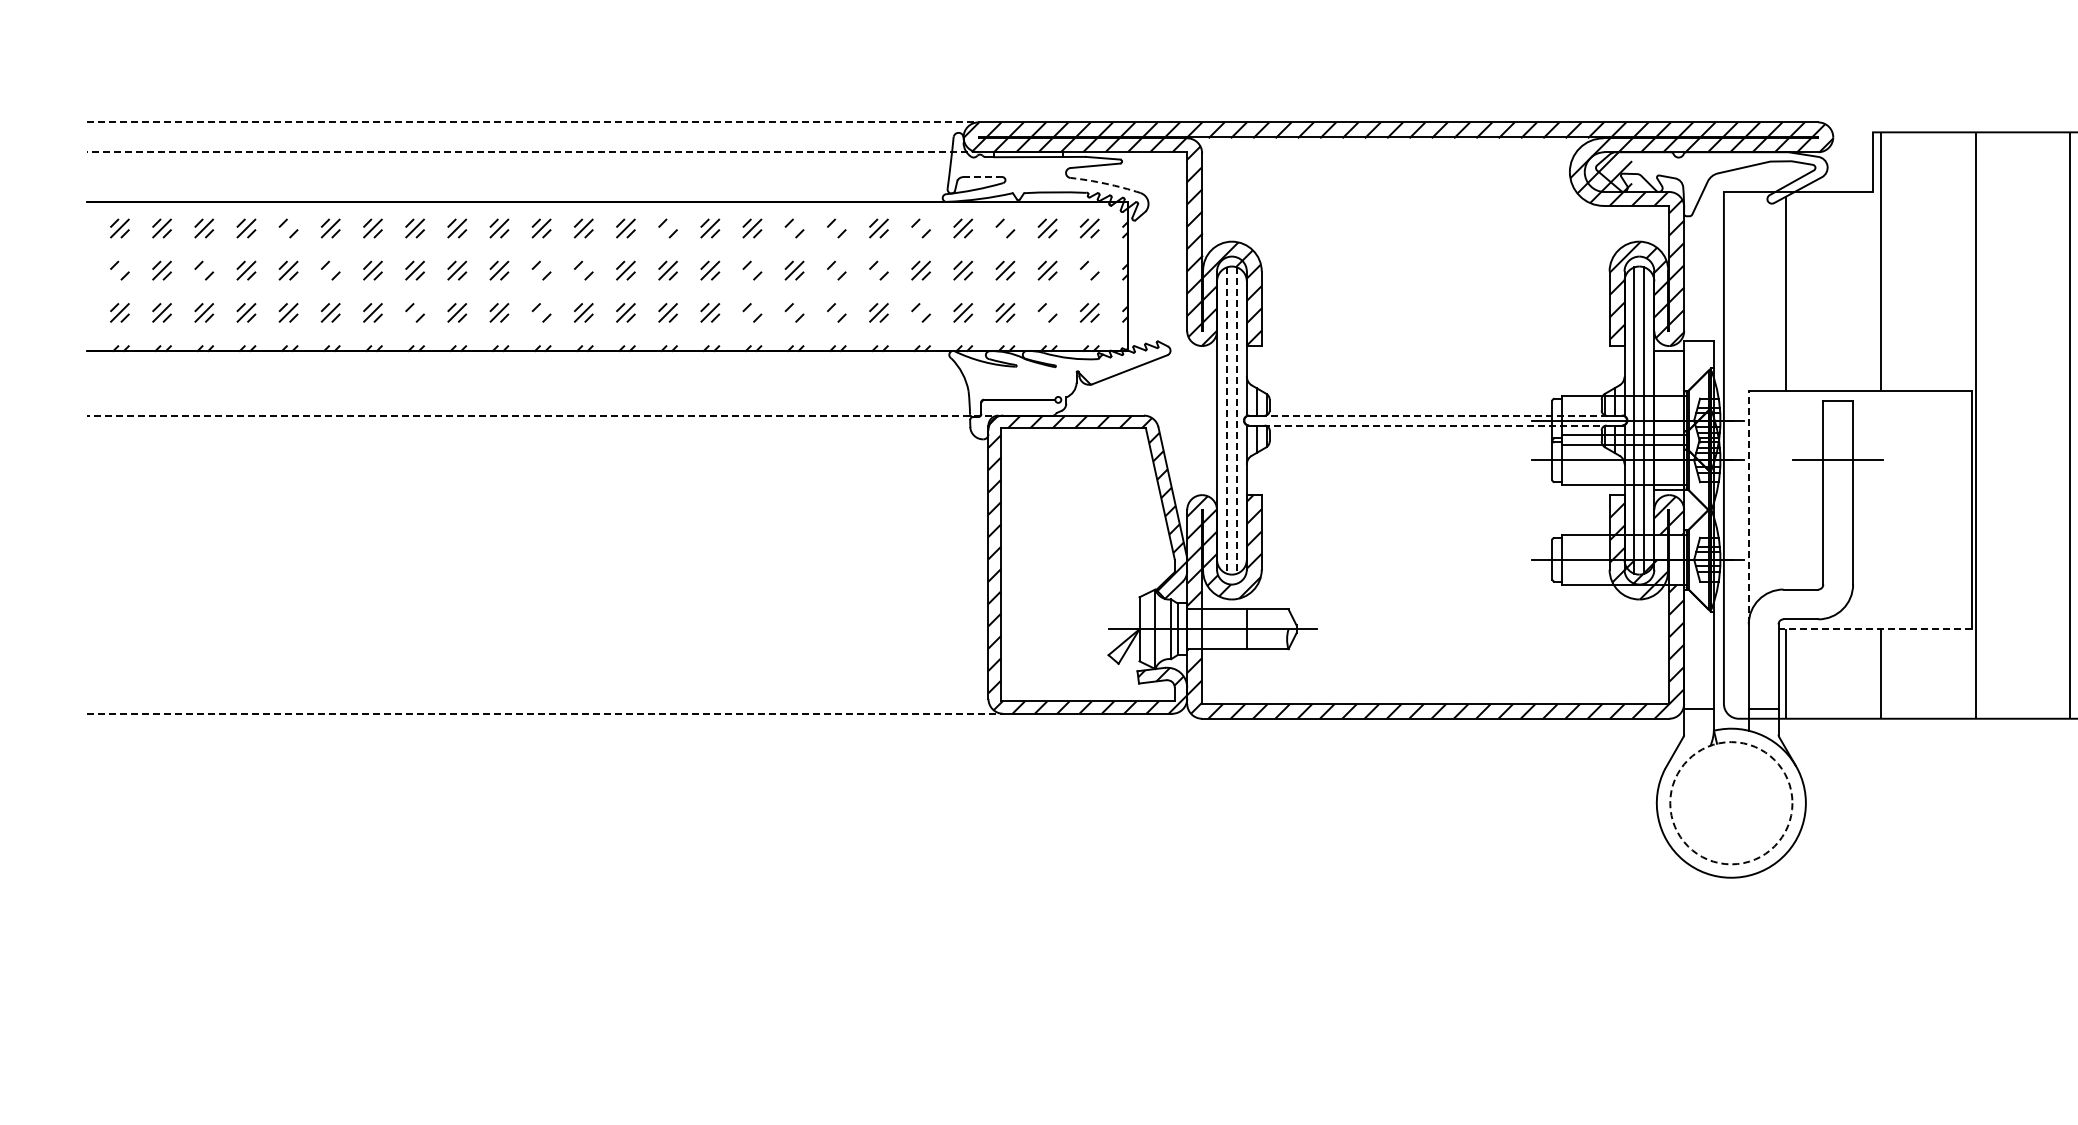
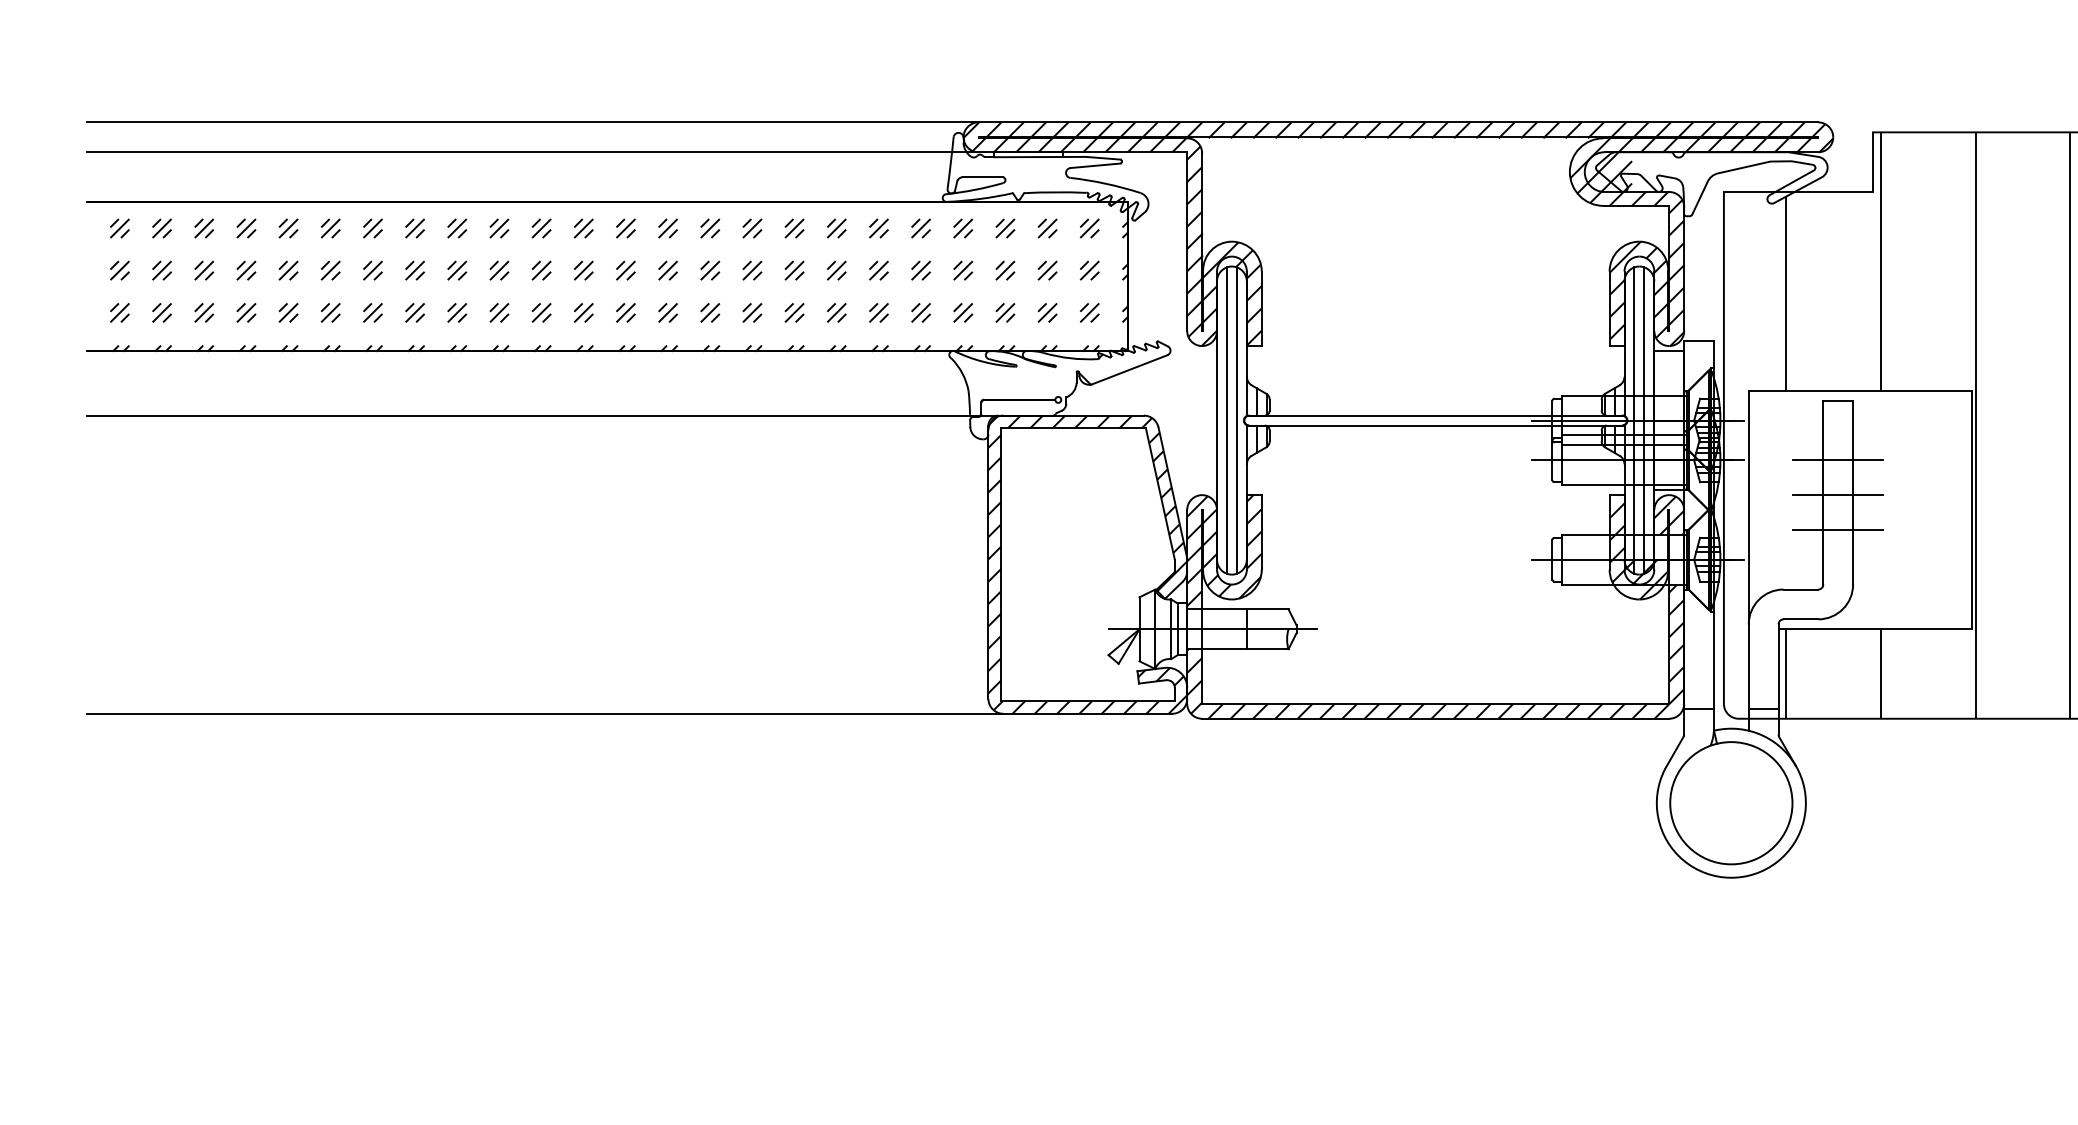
line at (532, 122): dashed -> solid
line at (532, 152): dashed -> solid
line at (982, 177): dashed -> solid
arc at (1105, 183): dashed -> solid
line at (288, 228): none -> present
line at (667, 228): none -> present
line at (794, 228): none -> present
line at (836, 228): none -> present
line at (920, 228): none -> present
line at (1005, 228): none -> present
line at (119, 270): none -> present
line at (204, 270): none -> present
line at (330, 270): none -> present
line at (541, 270): none -> present
line at (583, 270): none -> present
line at (752, 270): none -> present
line at (836, 270): none -> present
line at (878, 270): none -> present
line at (1089, 270): none -> present
line at (414, 312): none -> present
line at (541, 312): none -> present
line at (752, 312): none -> present
line at (794, 312): none -> present
line at (836, 312): none -> present
line at (920, 312): none -> present
line at (1047, 312): none -> present
line at (544, 415): dashed -> solid
line at (1436, 415): dashed -> solid
line at (1226, 421): dashed -> solid
line at (1236, 421): dashed -> solid
line at (1435, 425): dashed -> solid
line at (1837, 495): none -> present
line at (1748, 507): dashed -> solid
line at (1837, 529): none -> present
line at (1875, 629): dashed -> solid
line at (545, 713): dashed -> solid
circle at (1731, 803): dashed -> solid
